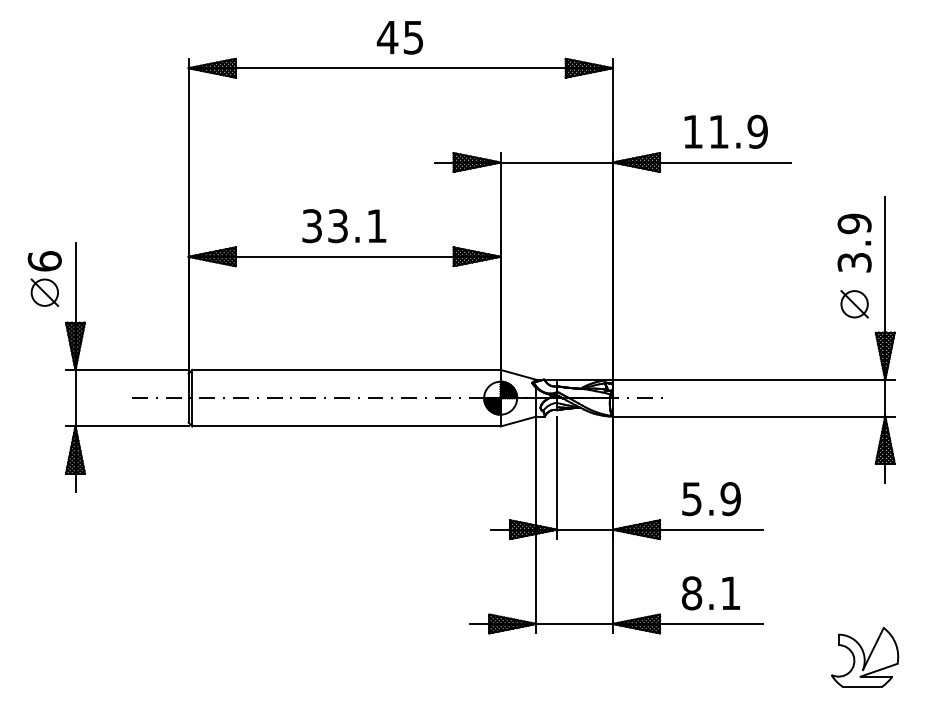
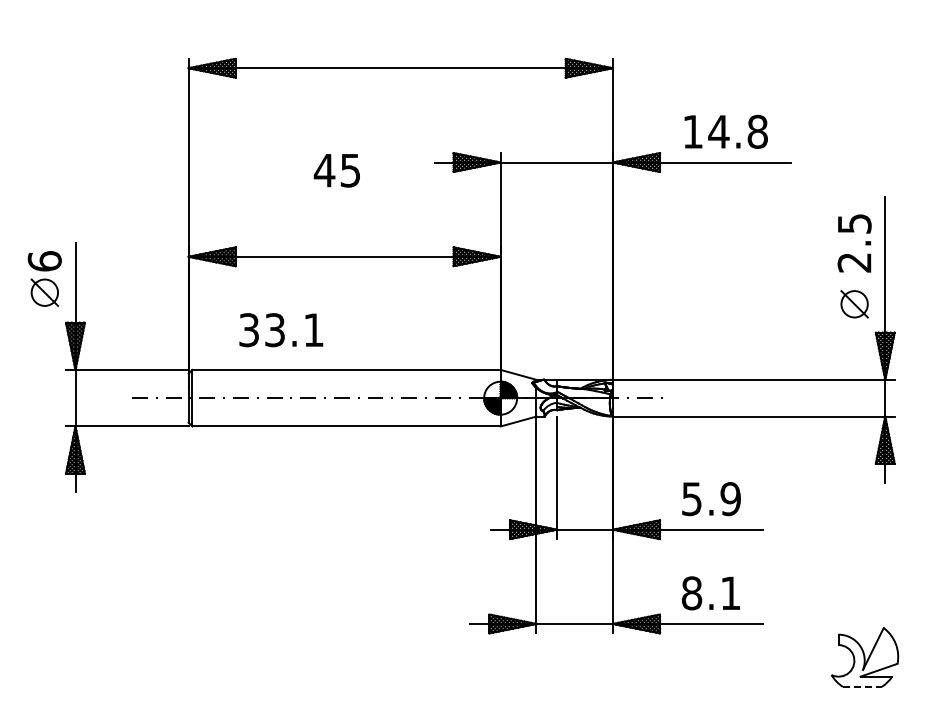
text at (399, 37) position: (399, 37) -> (336, 170)
text at (737, 131): 11.9 -> 14.8
text at (344, 226) position: (344, 226) -> (281, 330)
text at (854, 242): 3.9 -> 2.5
line at (862, 686): solid -> dashed
